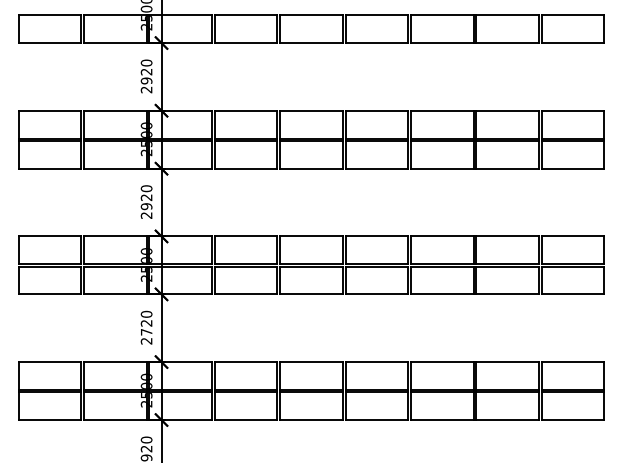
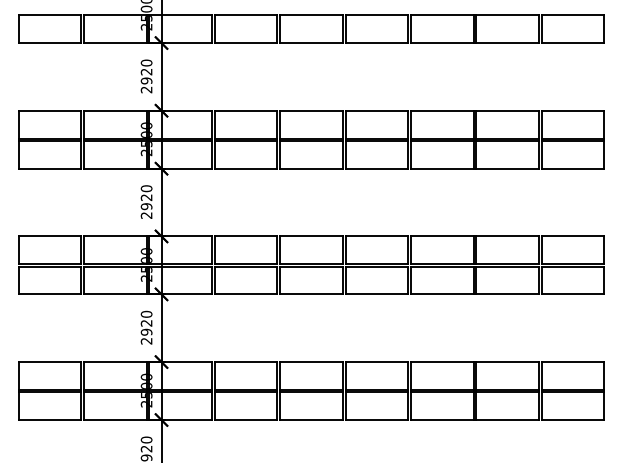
text at (146, 331): 2720 -> 2920
